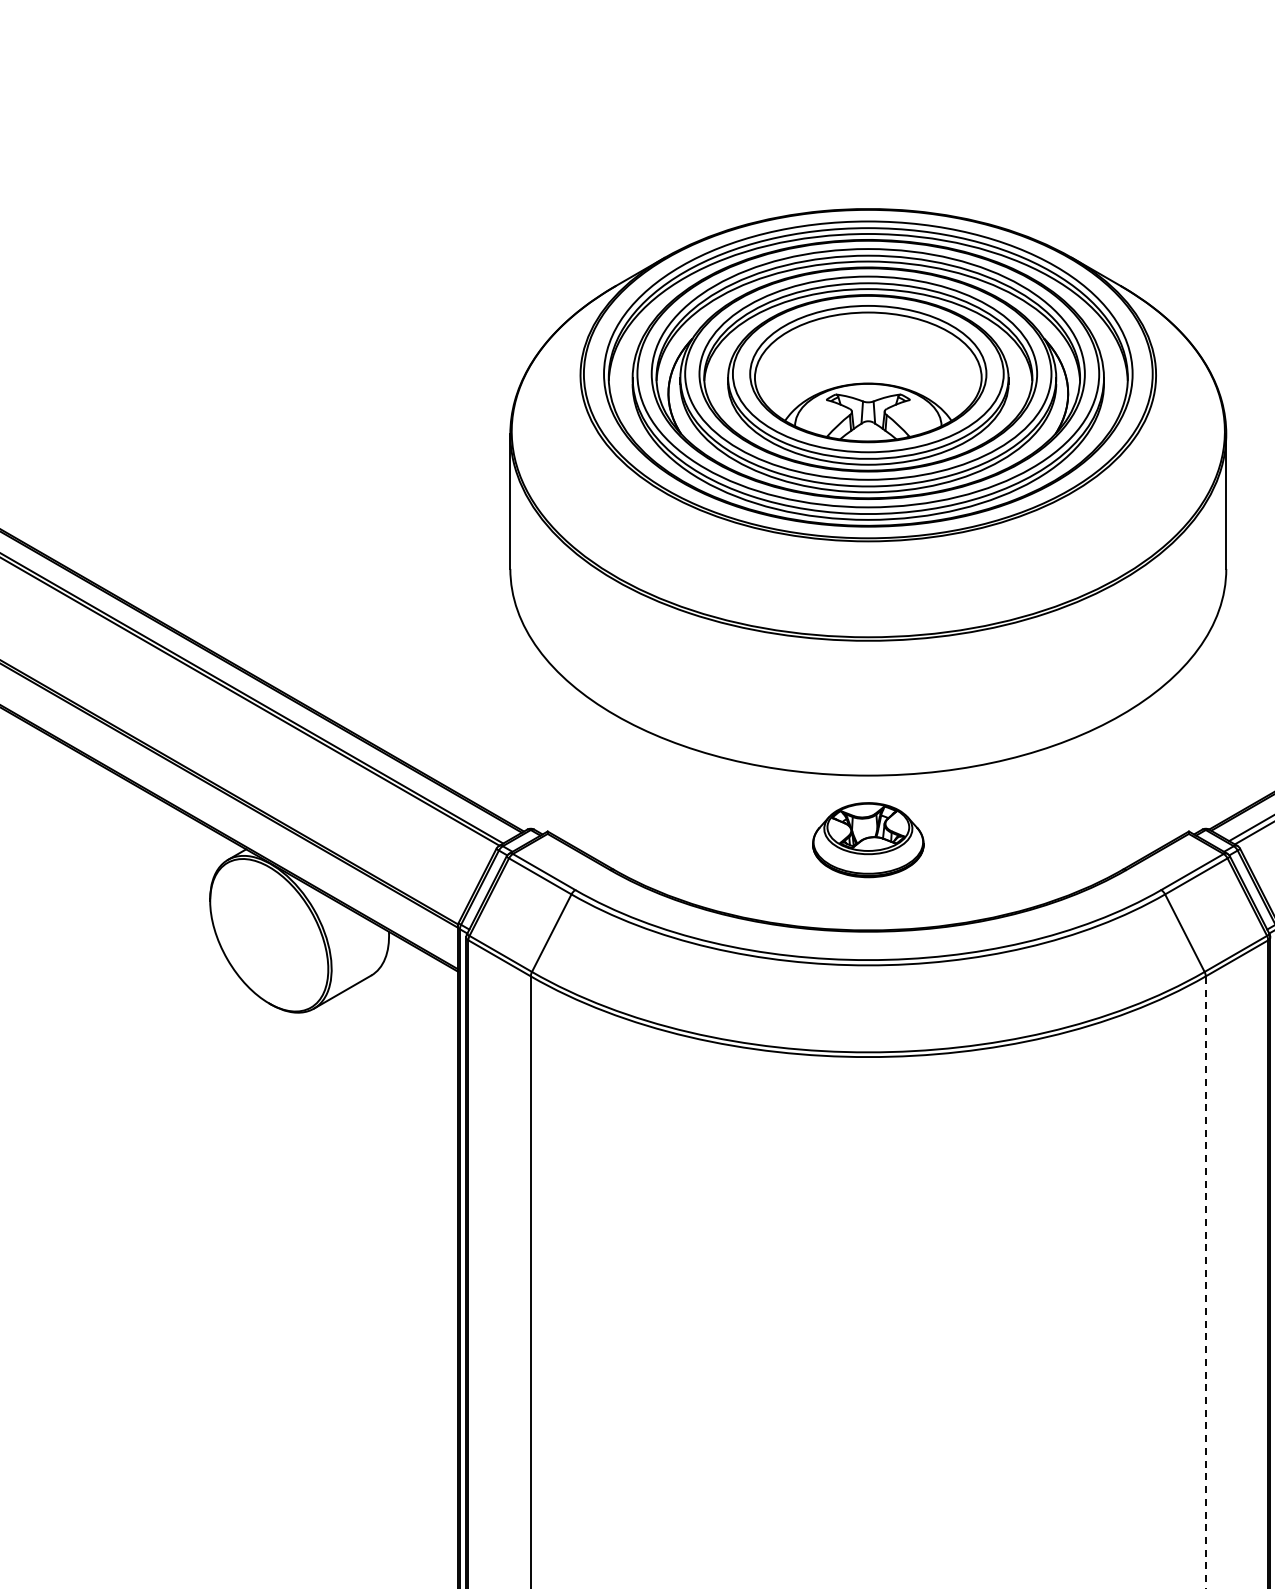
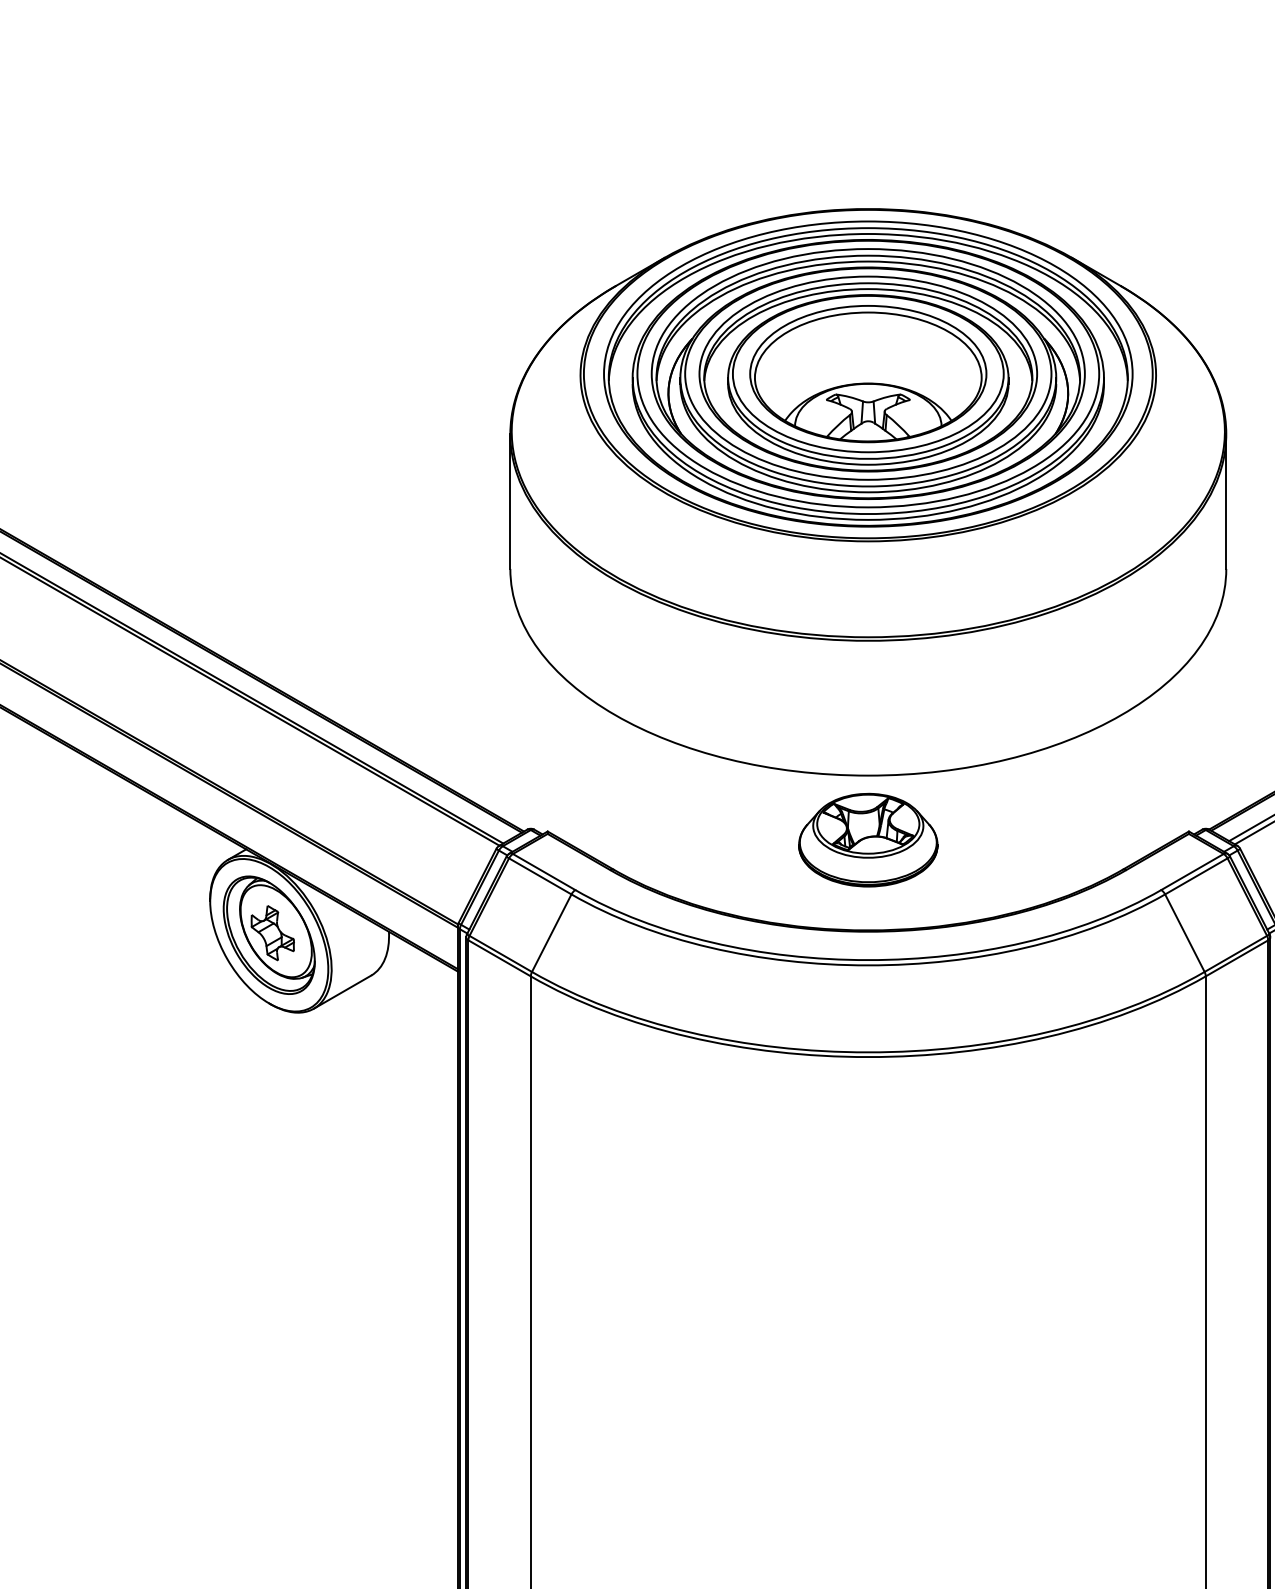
part at (868, 840) size: 113x77 px -> 141x96 px
part at (268, 934): none -> present
line at (1205, 1282): dashed -> solid
